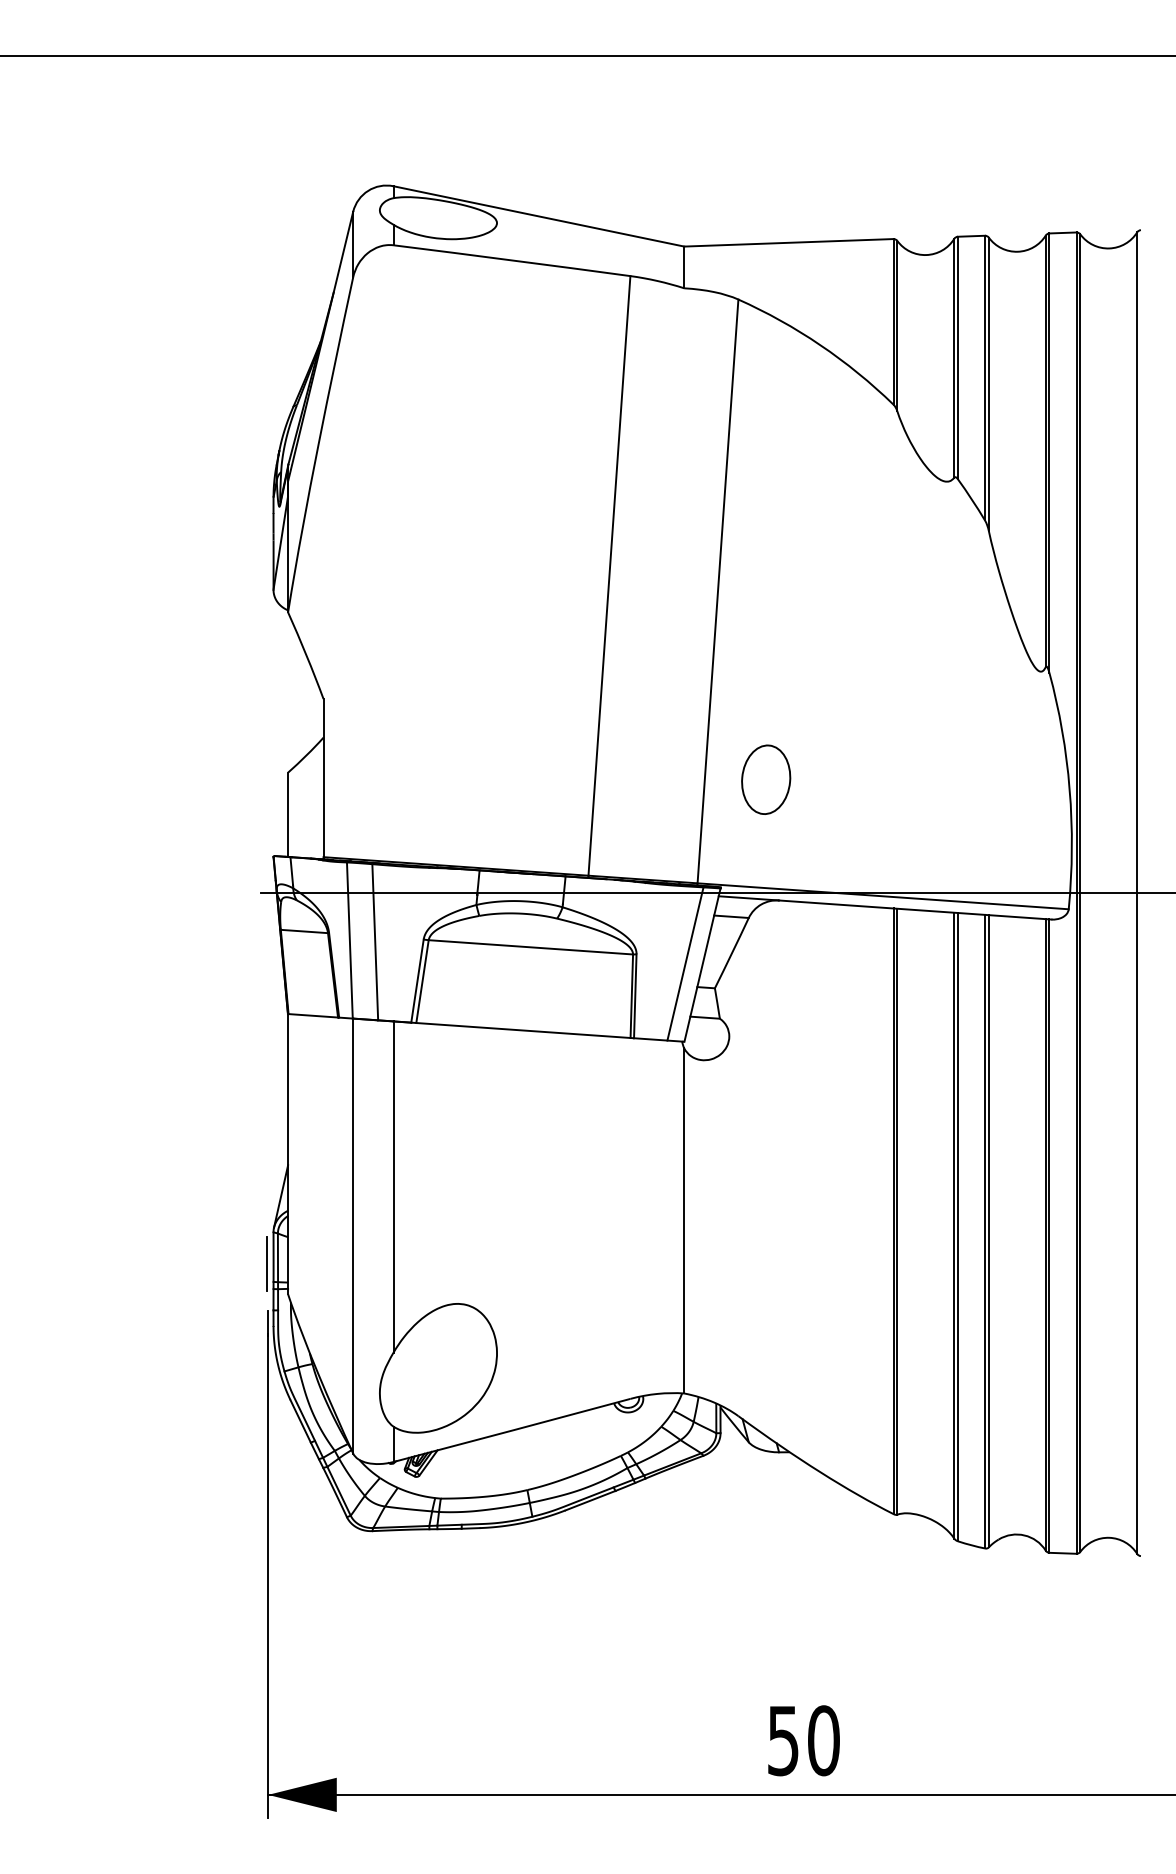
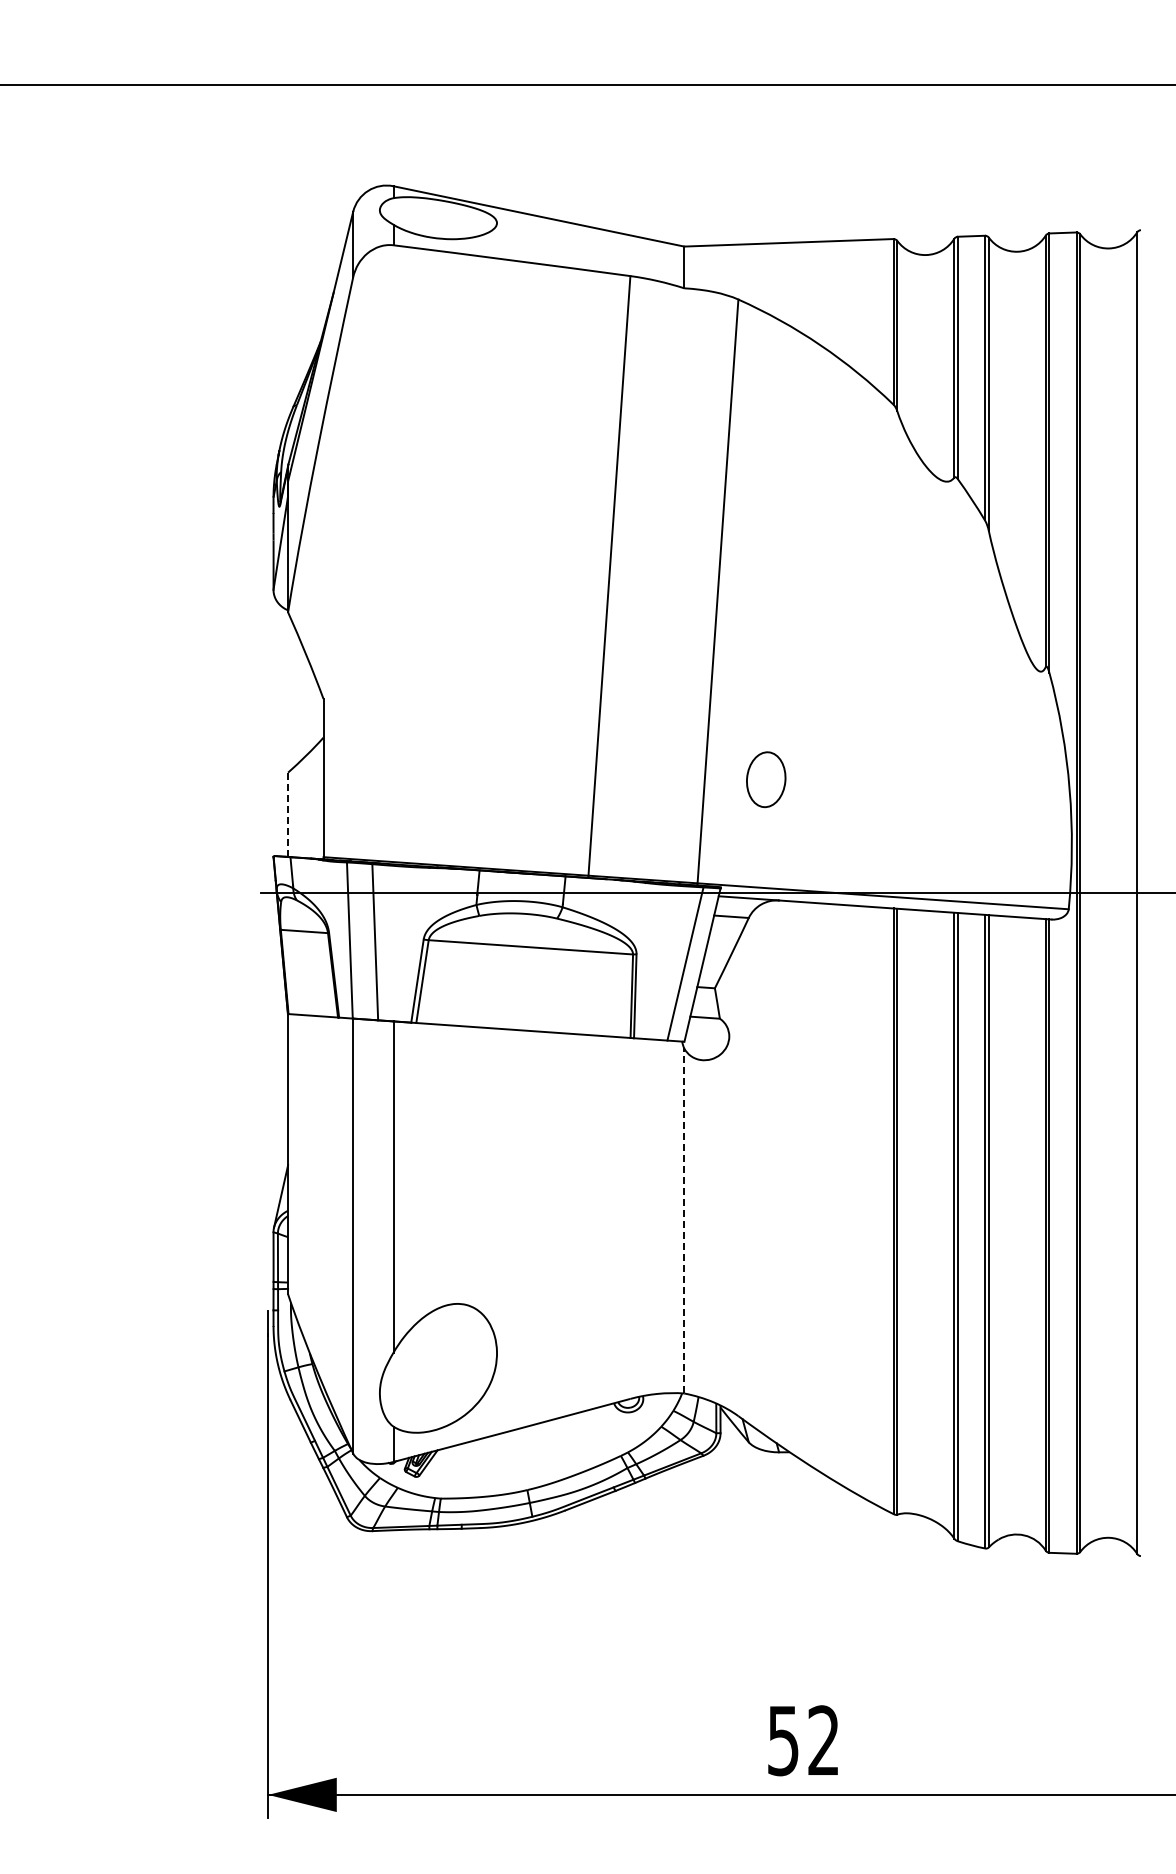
line at (587, 56) position: (587, 56) -> (587, 85)
part at (766, 779) size: 51x71 px -> 41x58 px
line at (288, 815): solid -> dashed
line at (684, 1220): solid -> dashed
line at (266, 1263): present -> none
text at (823, 1740): 50 -> 52
